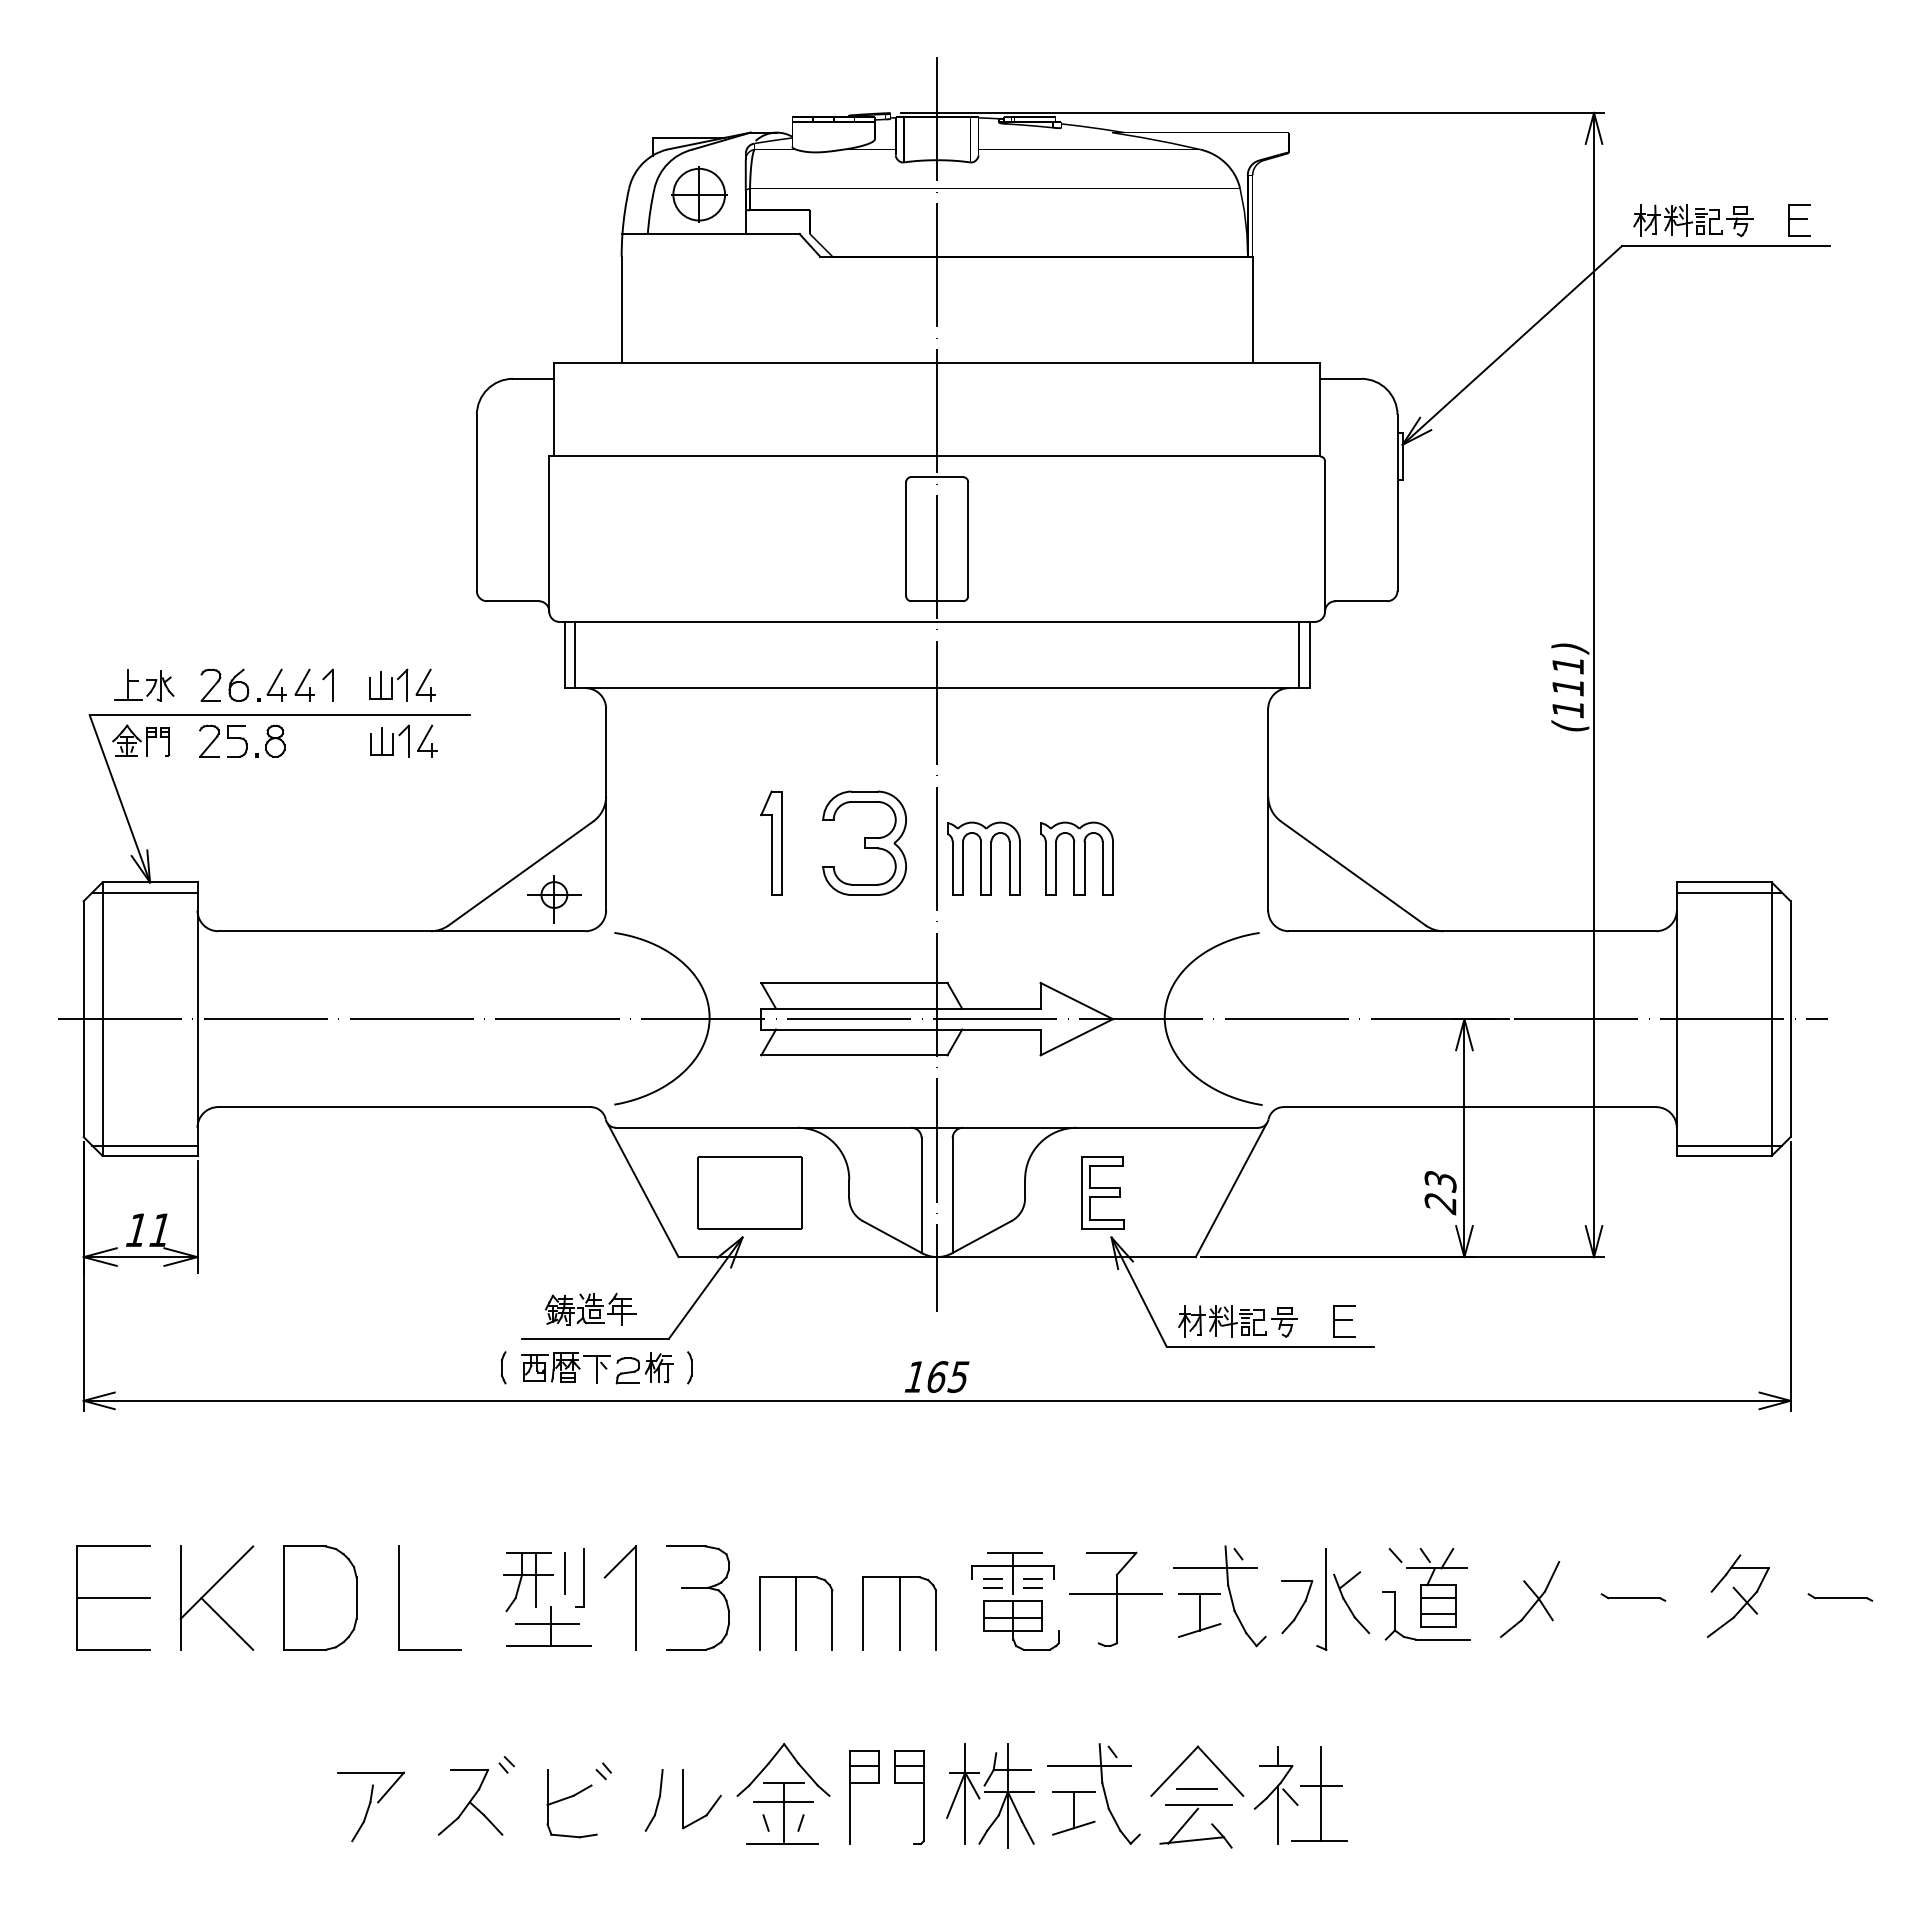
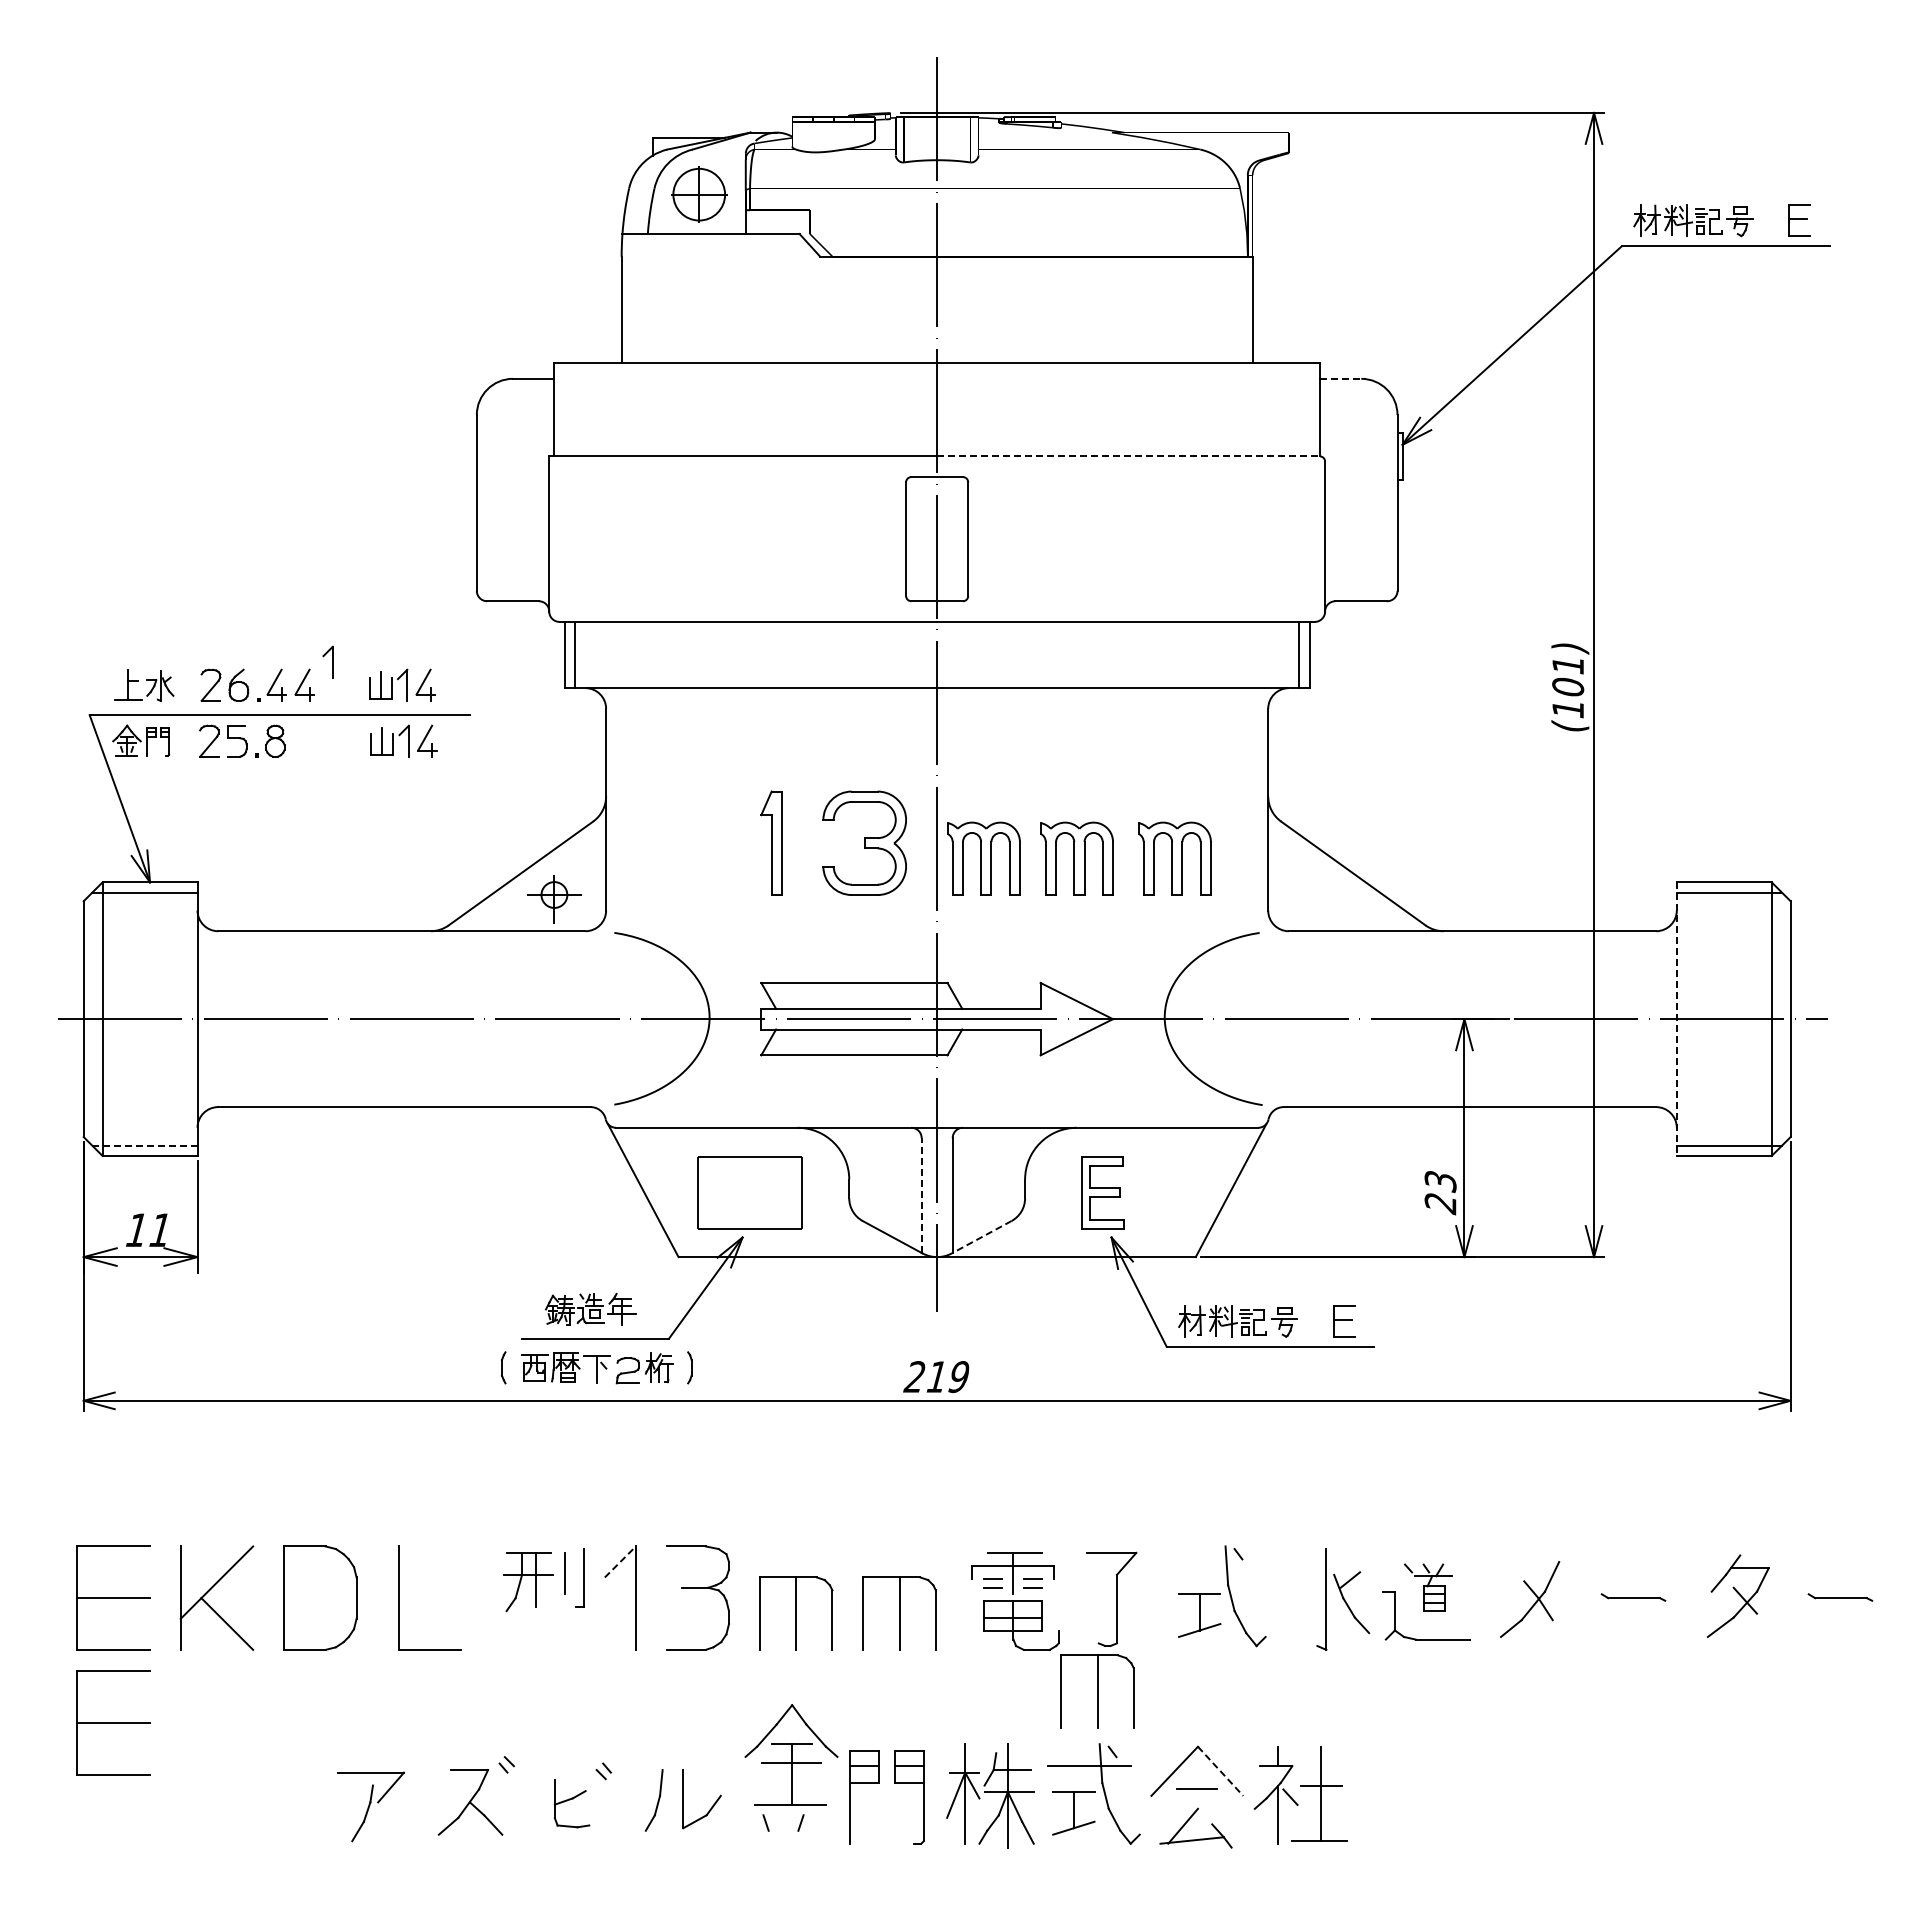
line at (1340, 378): solid -> dashed
line at (1129, 456): solid -> dashed
part at (327, 684) position: (327, 684) -> (327, 661)
text at (1568, 687): 111 -> 101
part at (1174, 858): none -> present
line at (1676, 1019): solid -> dashed
line at (144, 1145): solid -> dashed
line at (921, 1195): solid -> dashed
line at (981, 1237): solid -> dashed
text at (936, 1377): 165 -> 219
line at (620, 1561): solid -> dashed
line at (1214, 1568): present -> none
part at (1427, 1587) size: 80x80 px -> 49x49 px
line at (1116, 1594): present -> none
part at (1297, 1607): present -> none
part at (548, 1626): present -> none
part at (1097, 1691): none -> present
part at (113, 1722): none -> present
line at (1220, 1771): solid -> dashed
part at (783, 1793) position: (783, 1793) -> (791, 1754)
part at (571, 1803) size: 52x70 px -> 38x50 px
line at (1198, 1804): present -> none
